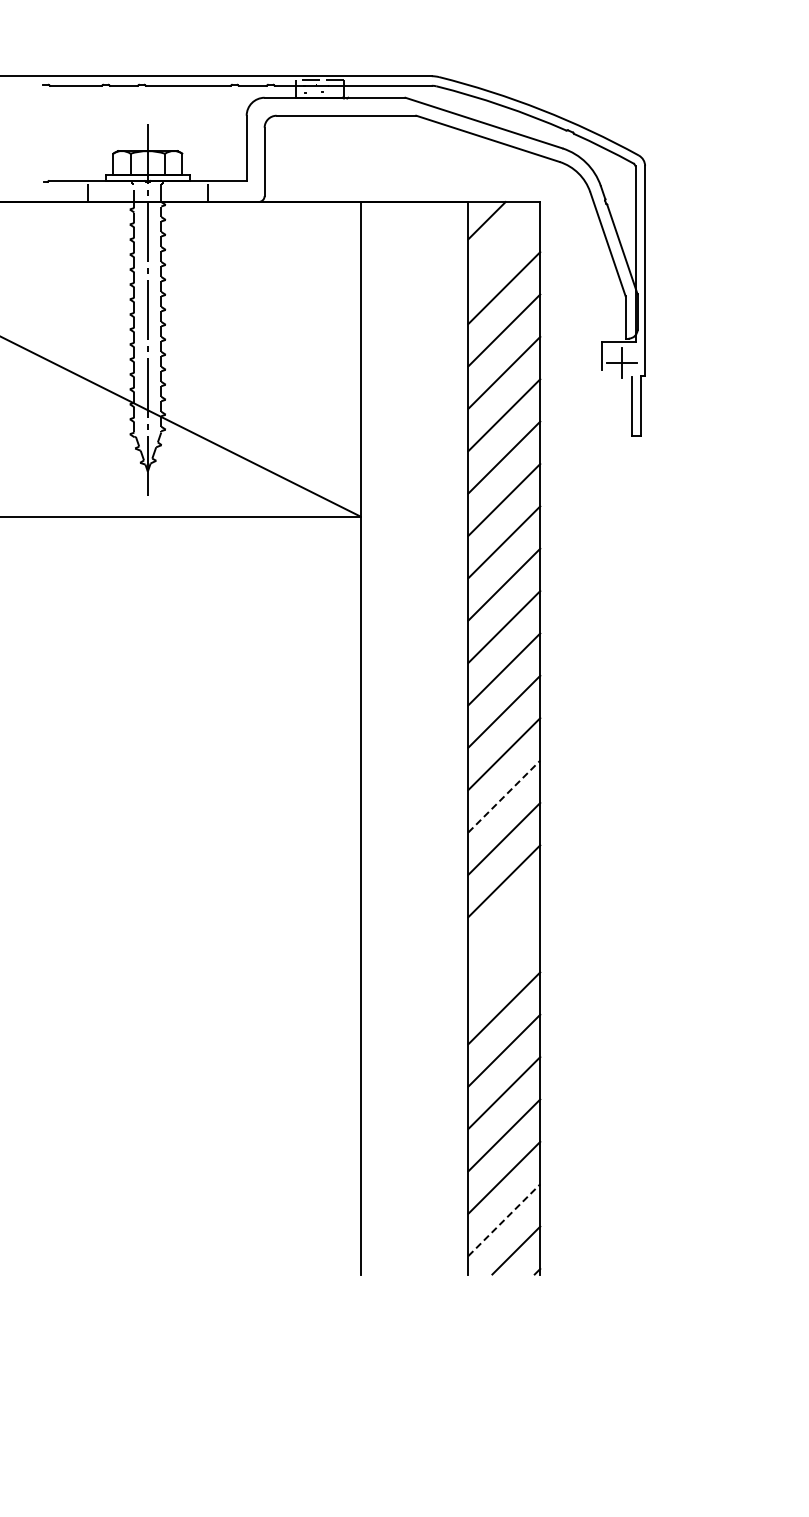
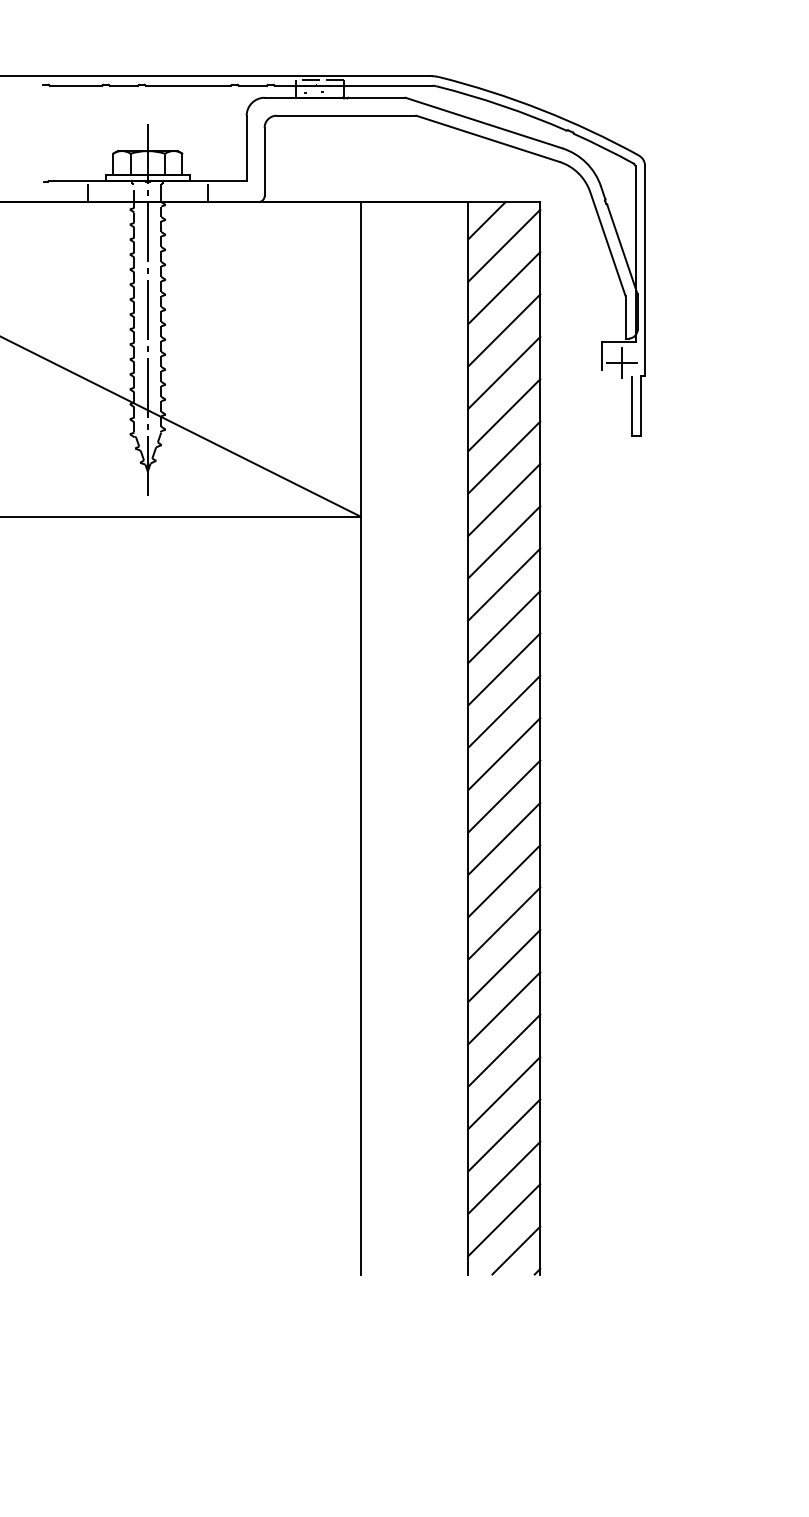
line at (504, 245): none -> present
line at (504, 796): dashed -> solid
line at (504, 923): none -> present
line at (504, 965): none -> present
line at (504, 1220): dashed -> solid
